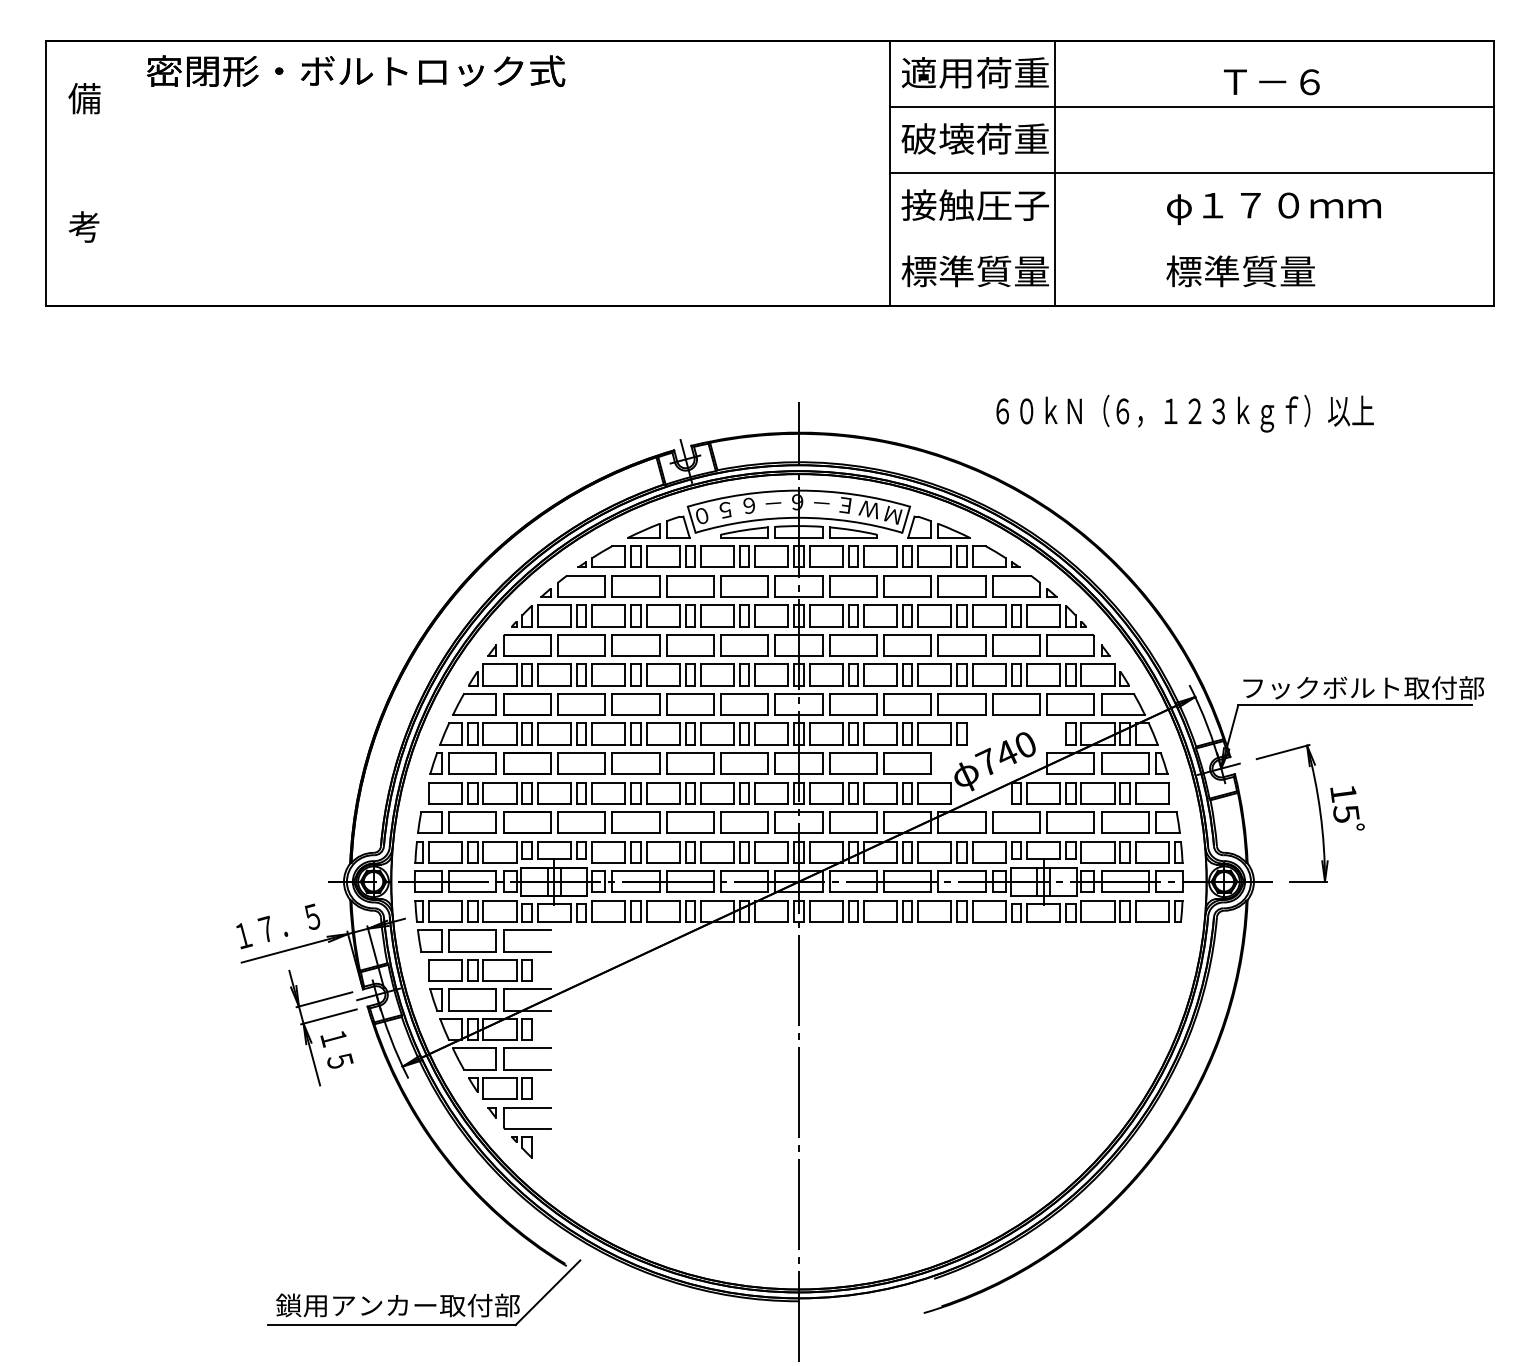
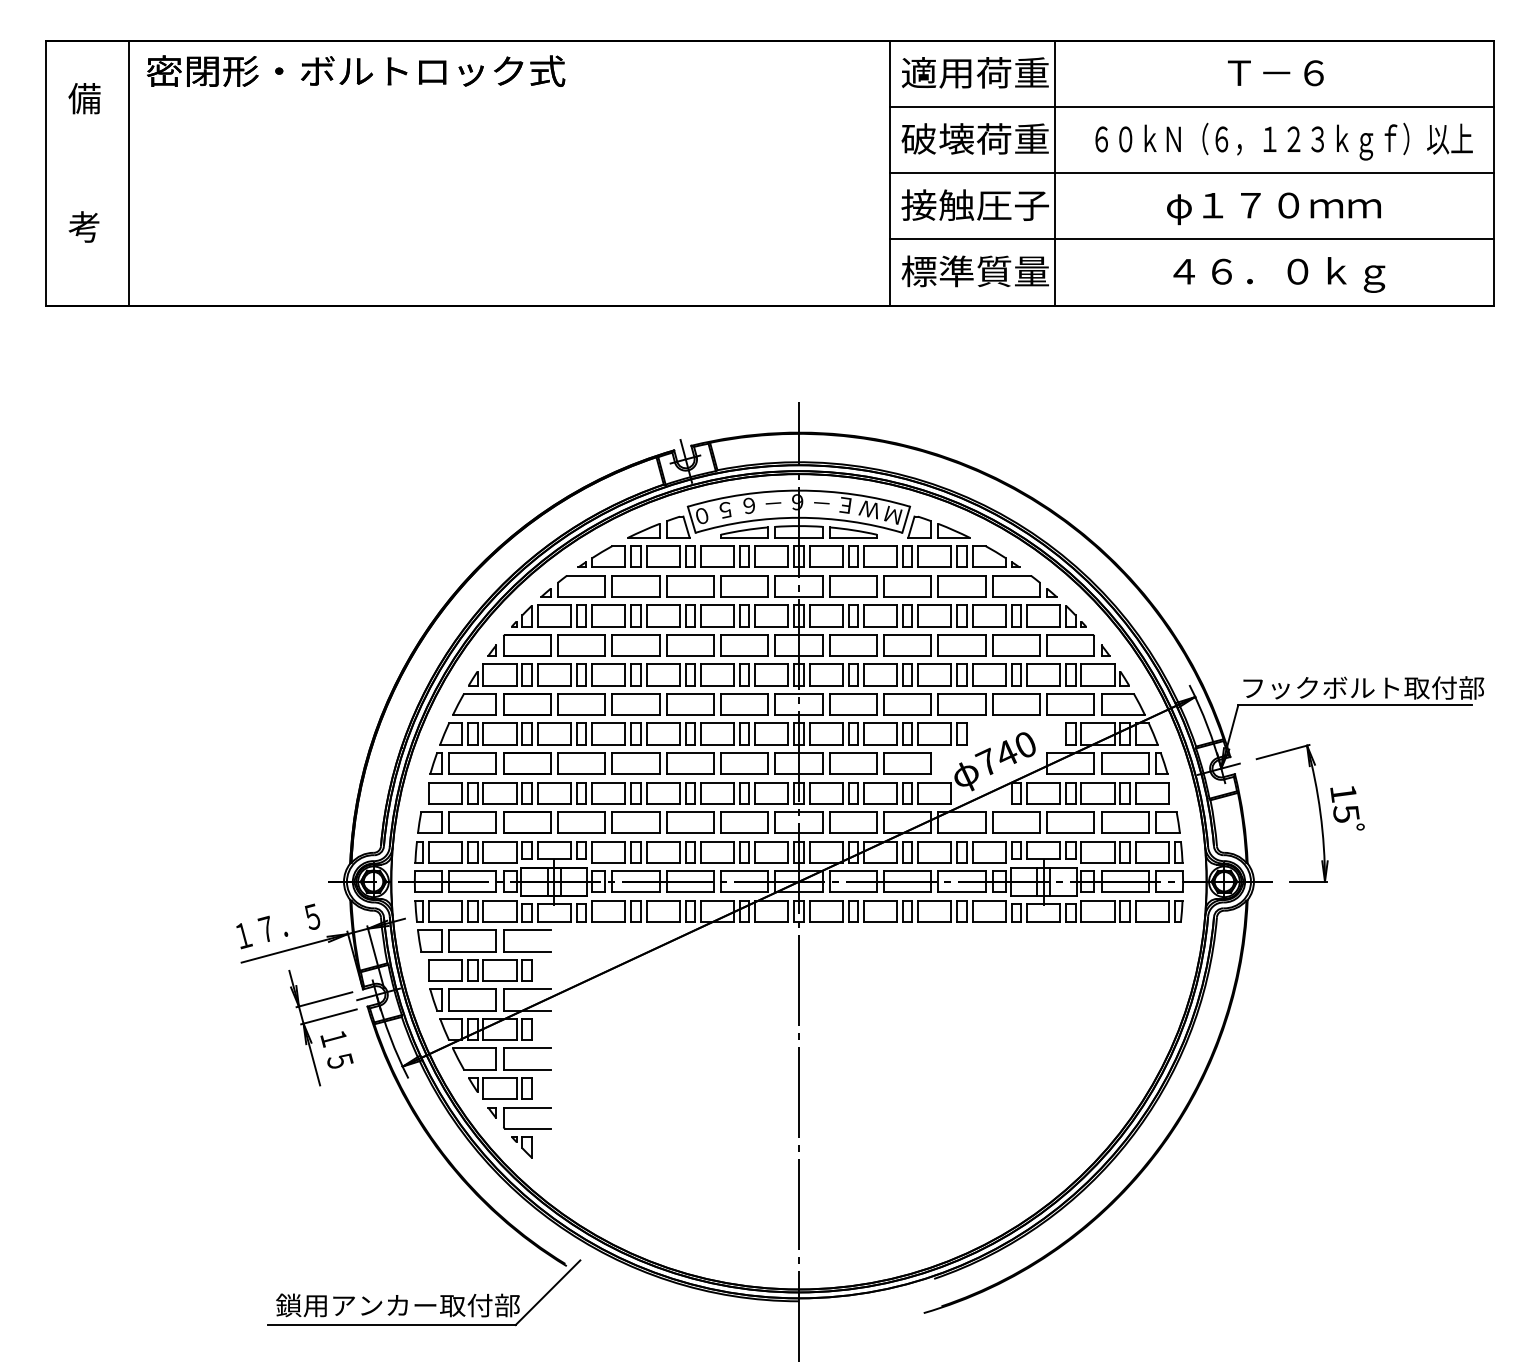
text at (1271, 82) position: (1271, 82) -> (1275, 73)
line at (128, 172): none -> present
line at (1191, 239): none -> present
text at (1275, 273): 標準質量 -> ４６．０ｋｇ
text at (1184, 413) position: (1184, 413) -> (1283, 141)
